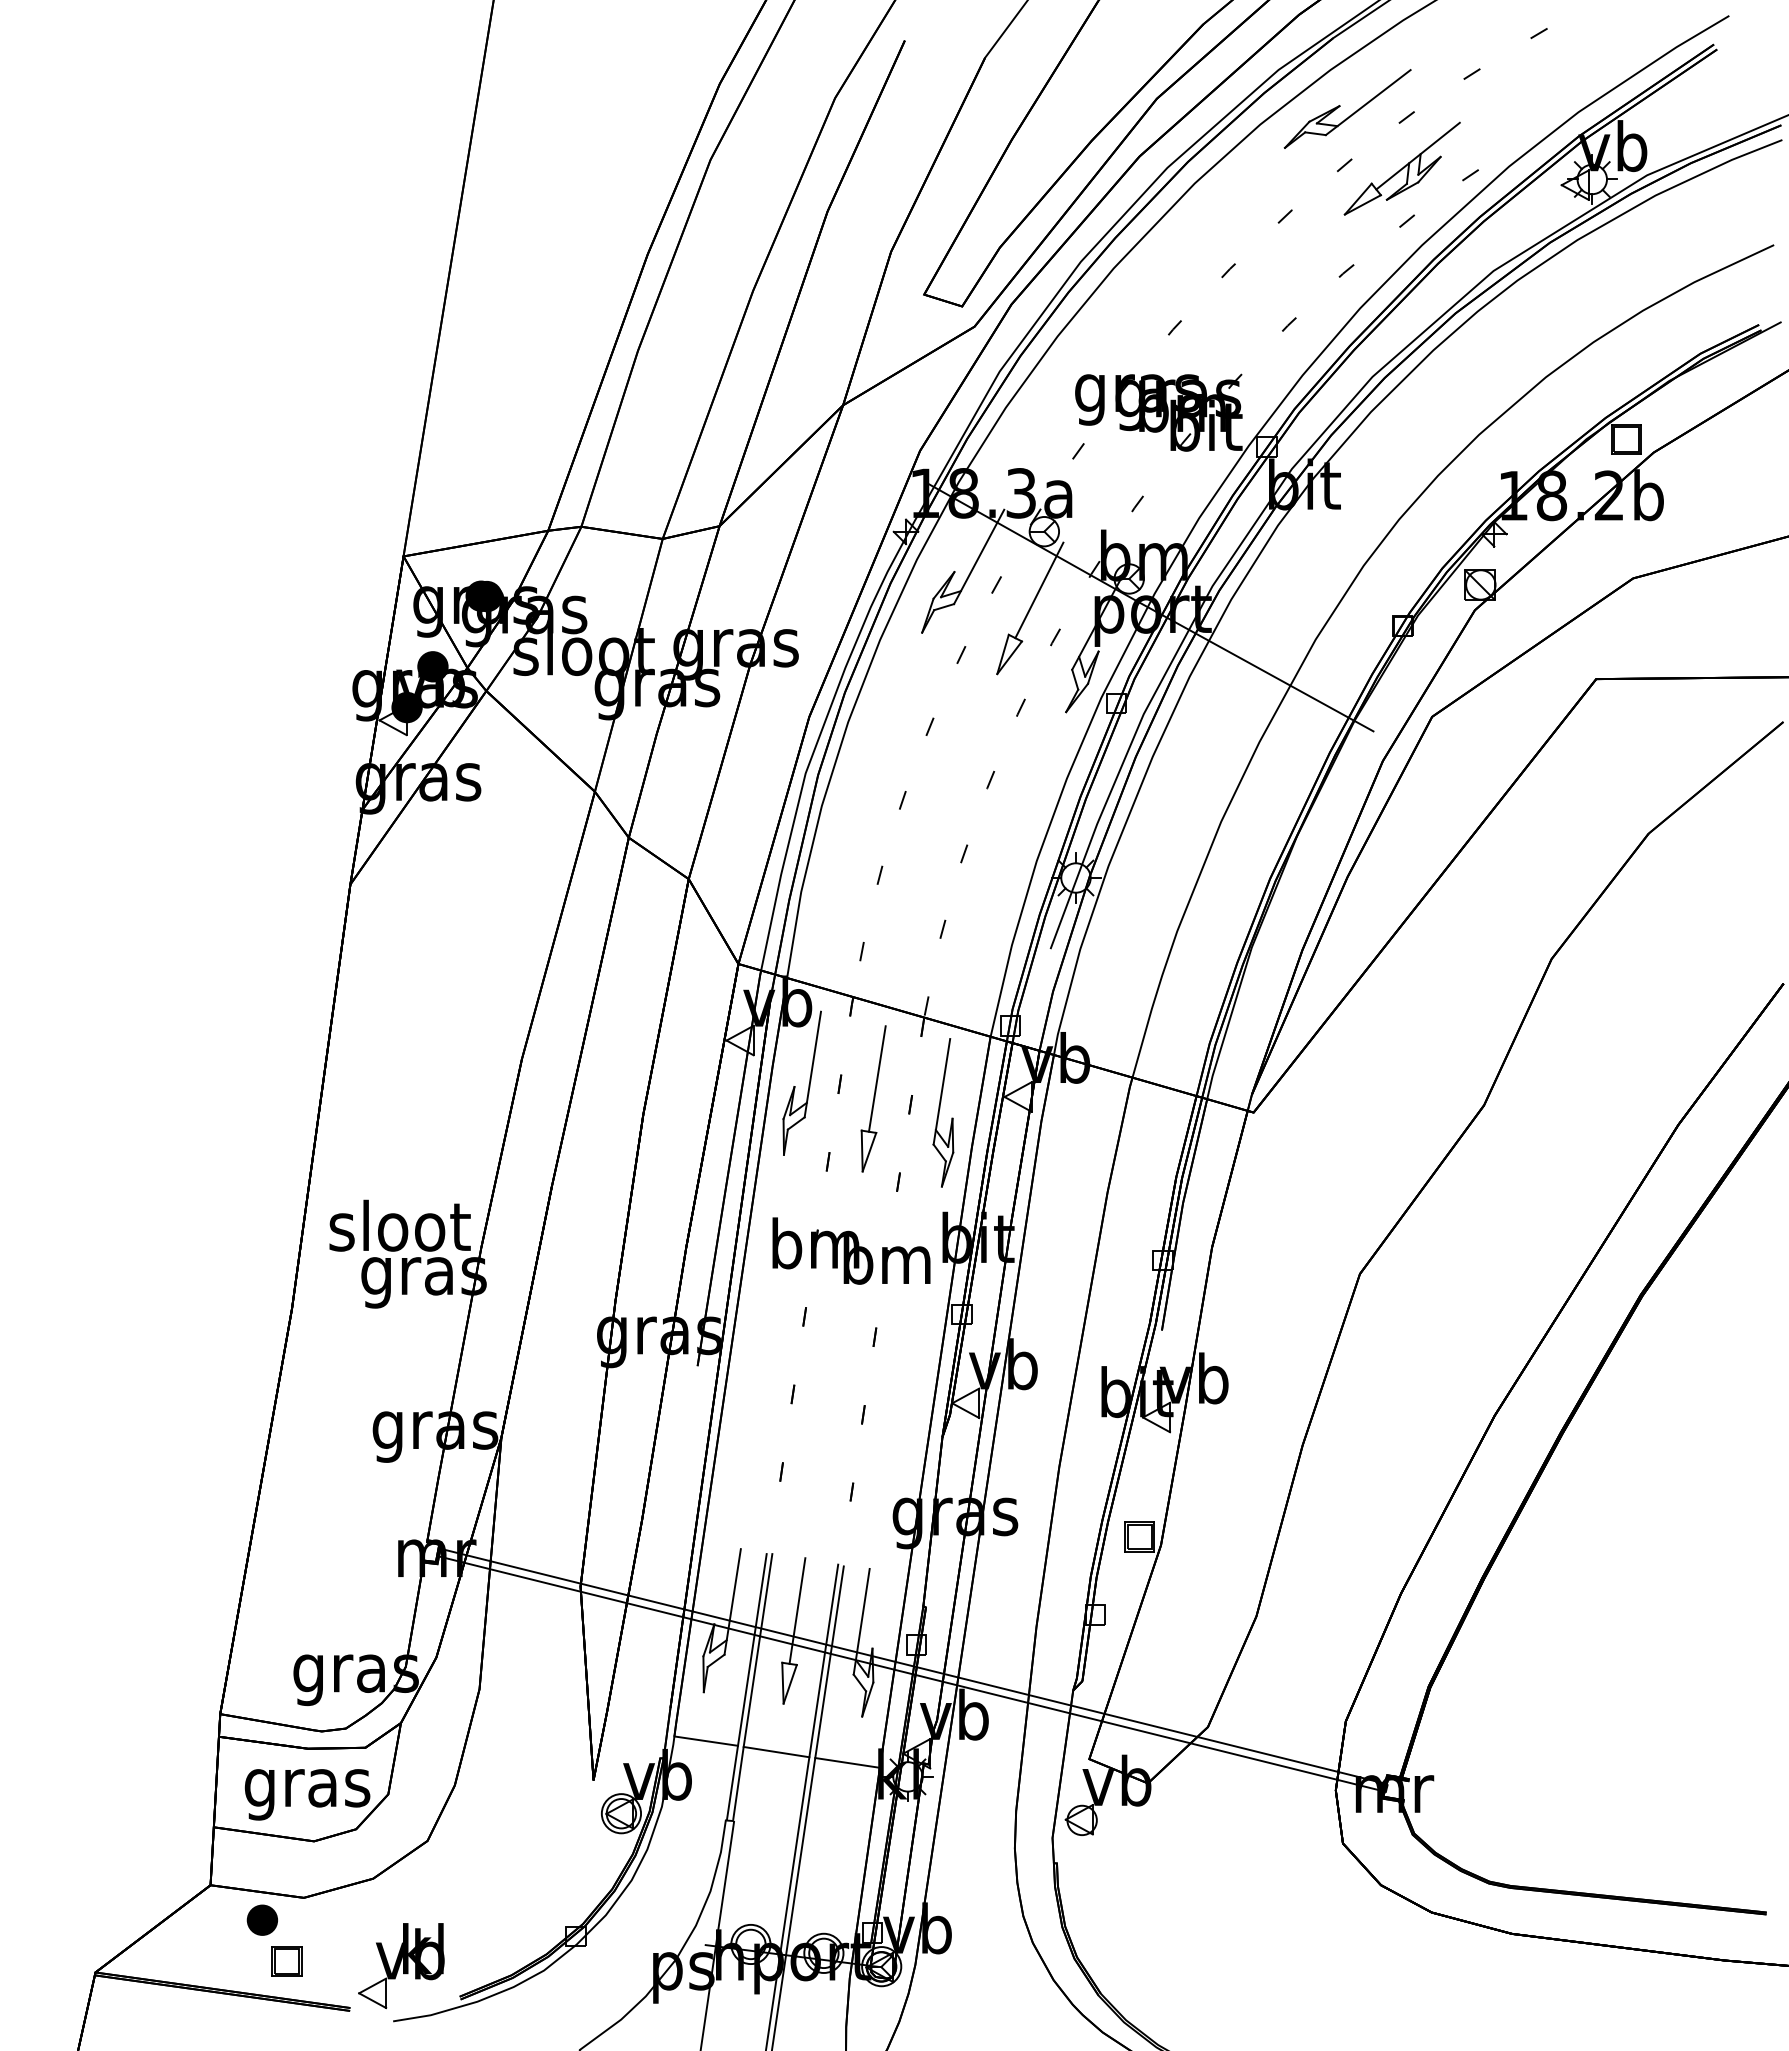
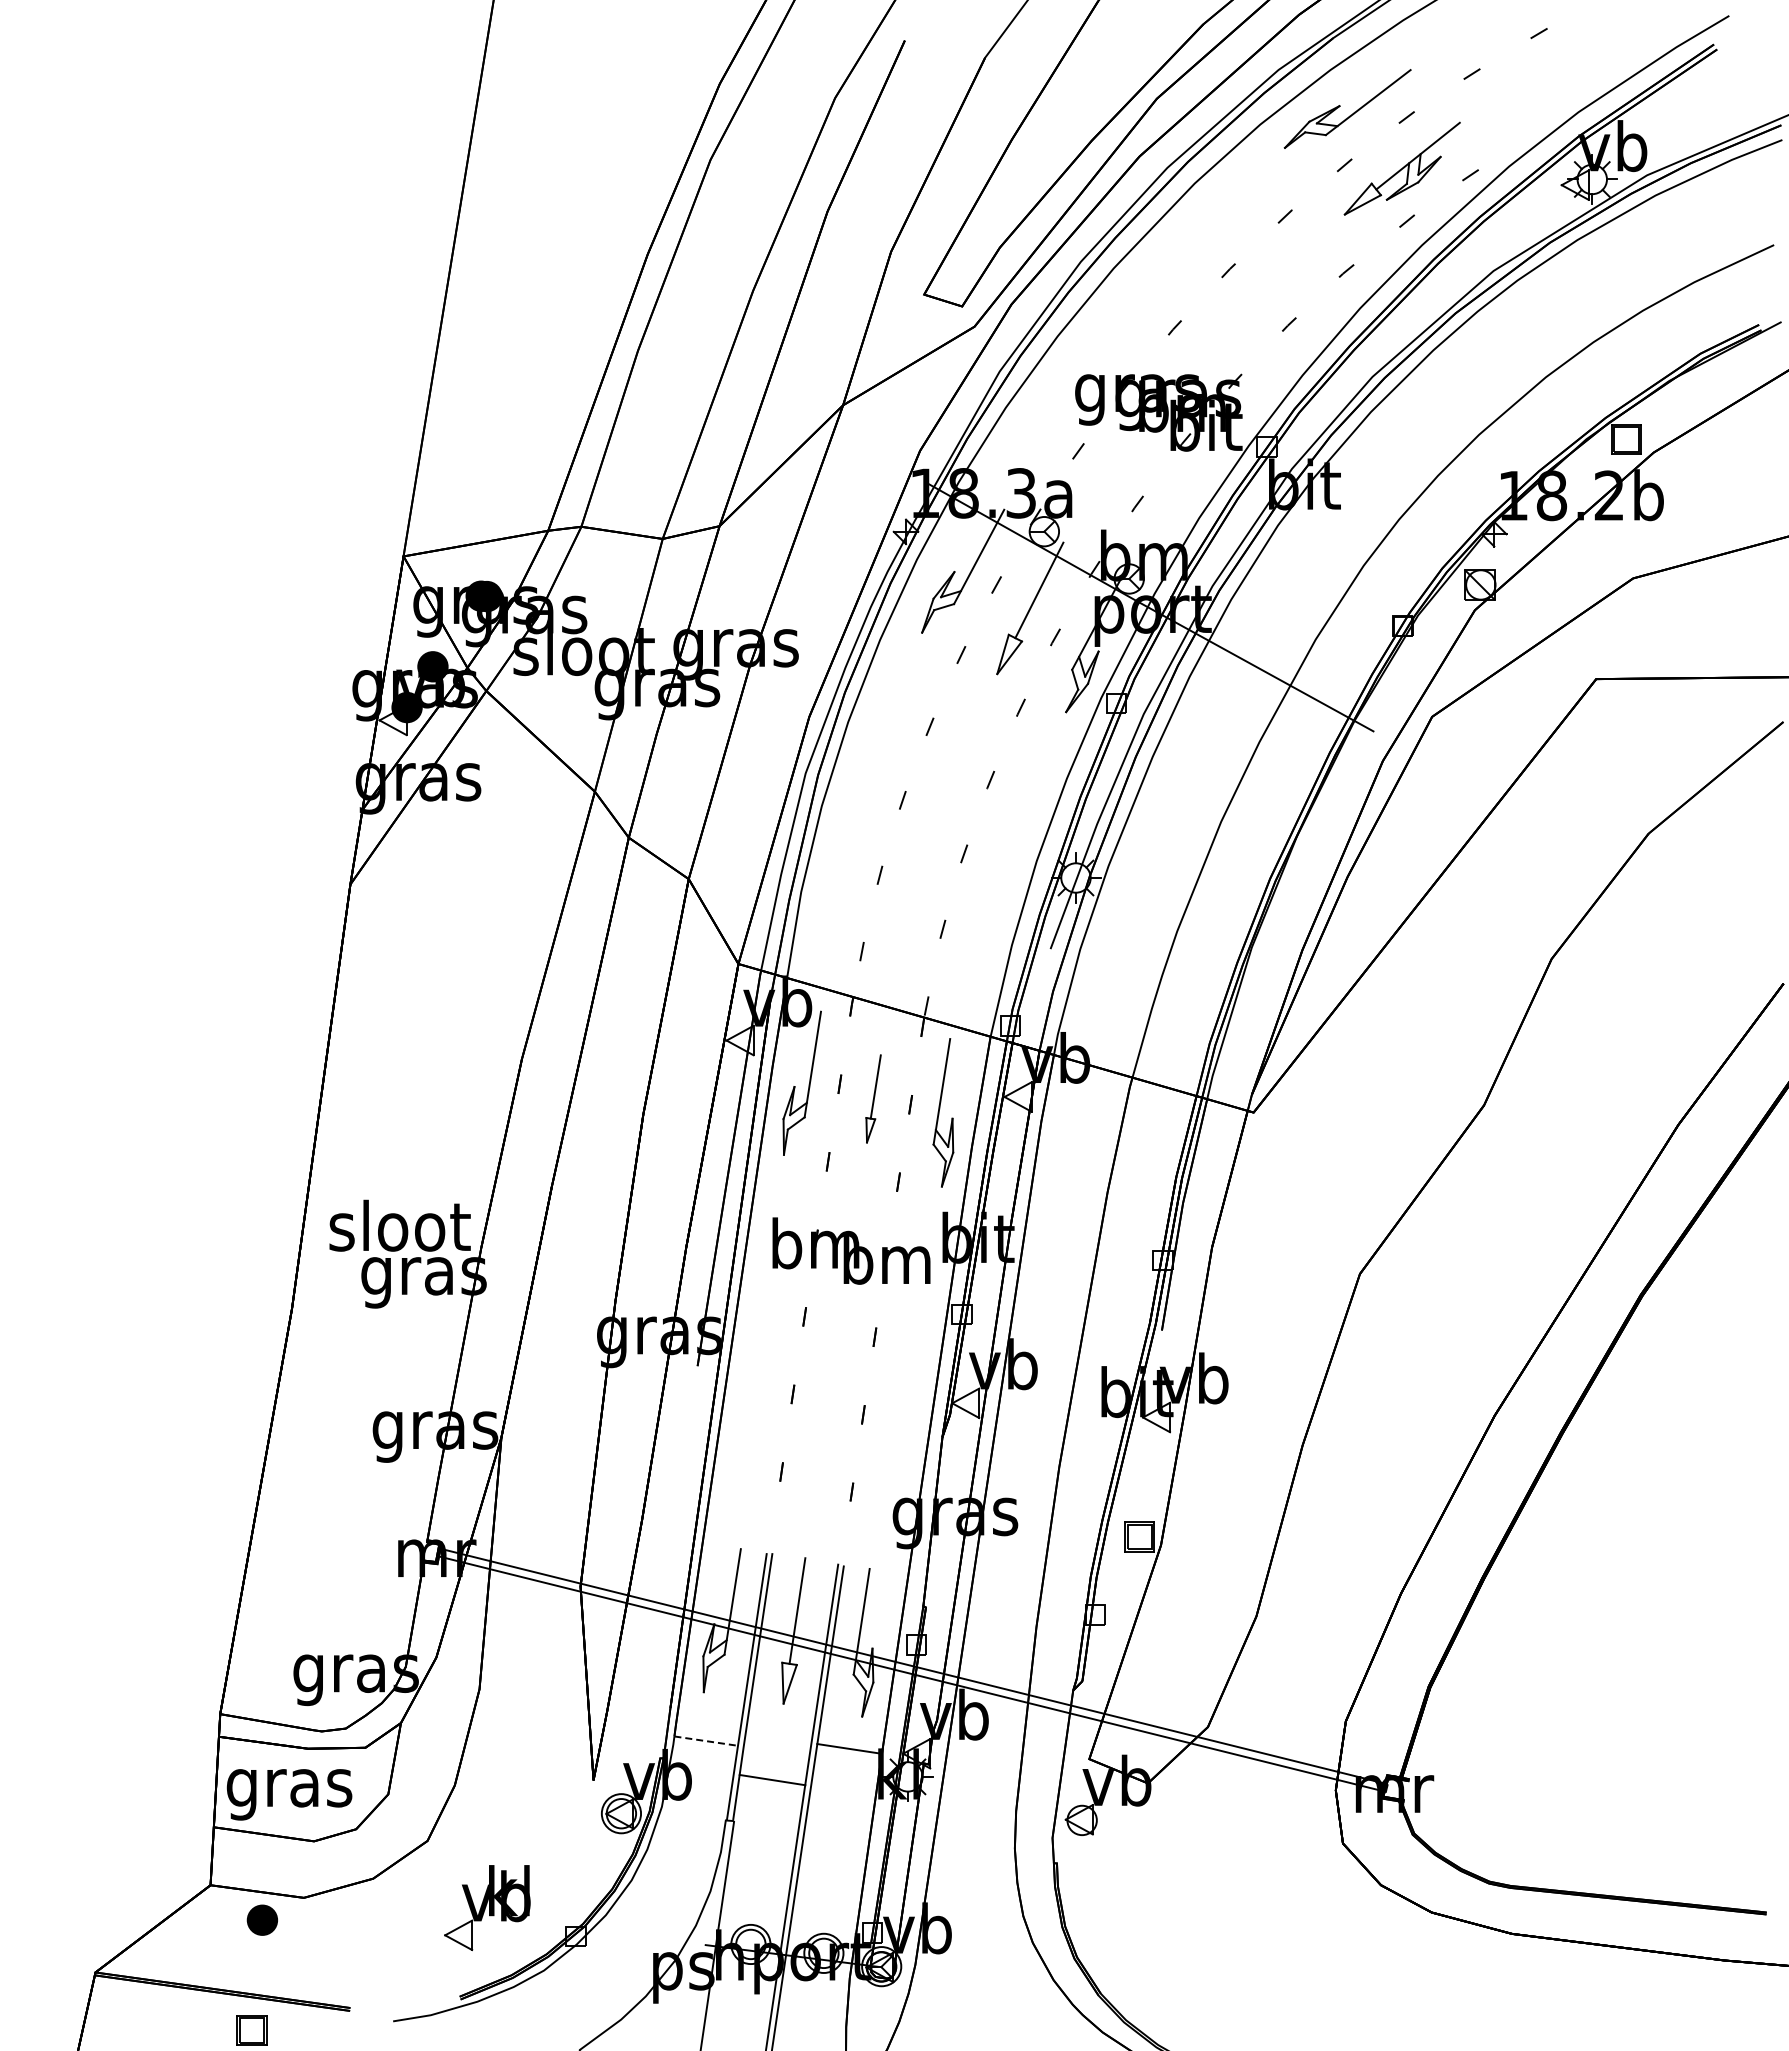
part at (873, 1098) size: 27x148 px -> 17x90 px
line at (706, 1741): solid -> dashed
line at (776, 1751) position: (776, 1751) -> (772, 1779)
line at (847, 1762) position: (847, 1762) -> (849, 1748)
text at (307, 1794) position: (307, 1794) -> (289, 1794)
part at (286, 1961) position: (286, 1961) -> (251, 2030)
part at (401, 1966) position: (401, 1966) -> (487, 1908)
